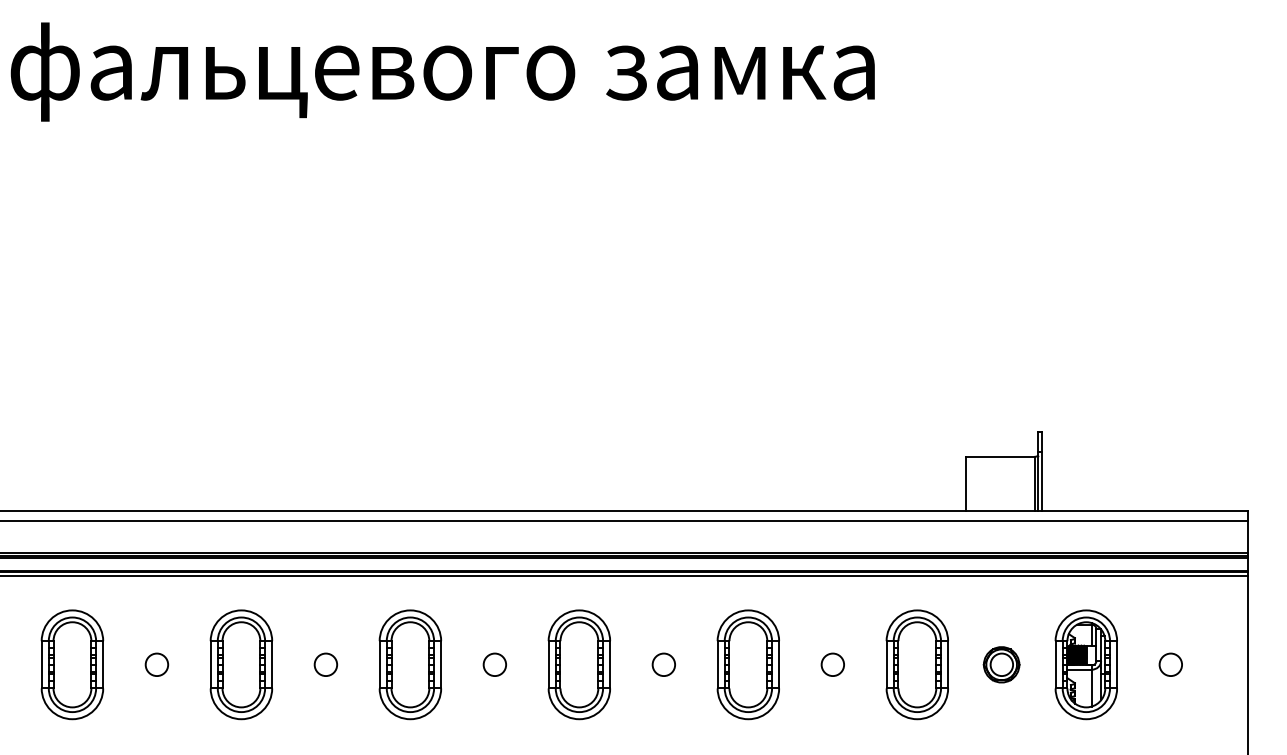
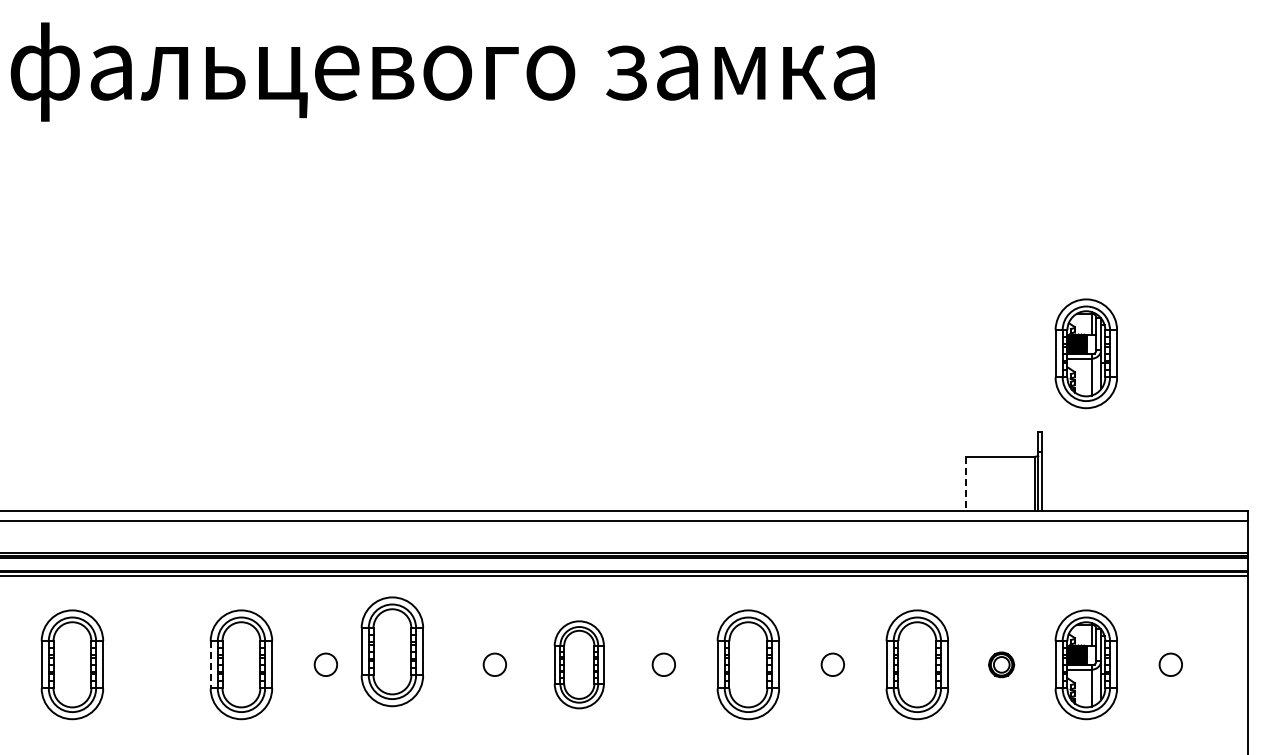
part at (1085, 353): none -> present
line at (965, 484): solid -> dashed
circle at (156, 664): present -> none
line at (210, 664): solid -> dashed
part at (410, 664) position: (410, 664) -> (392, 651)
part at (578, 664) size: 64x112 px -> 52x90 px
part at (1001, 664) size: 39x38 px -> 28x28 px
